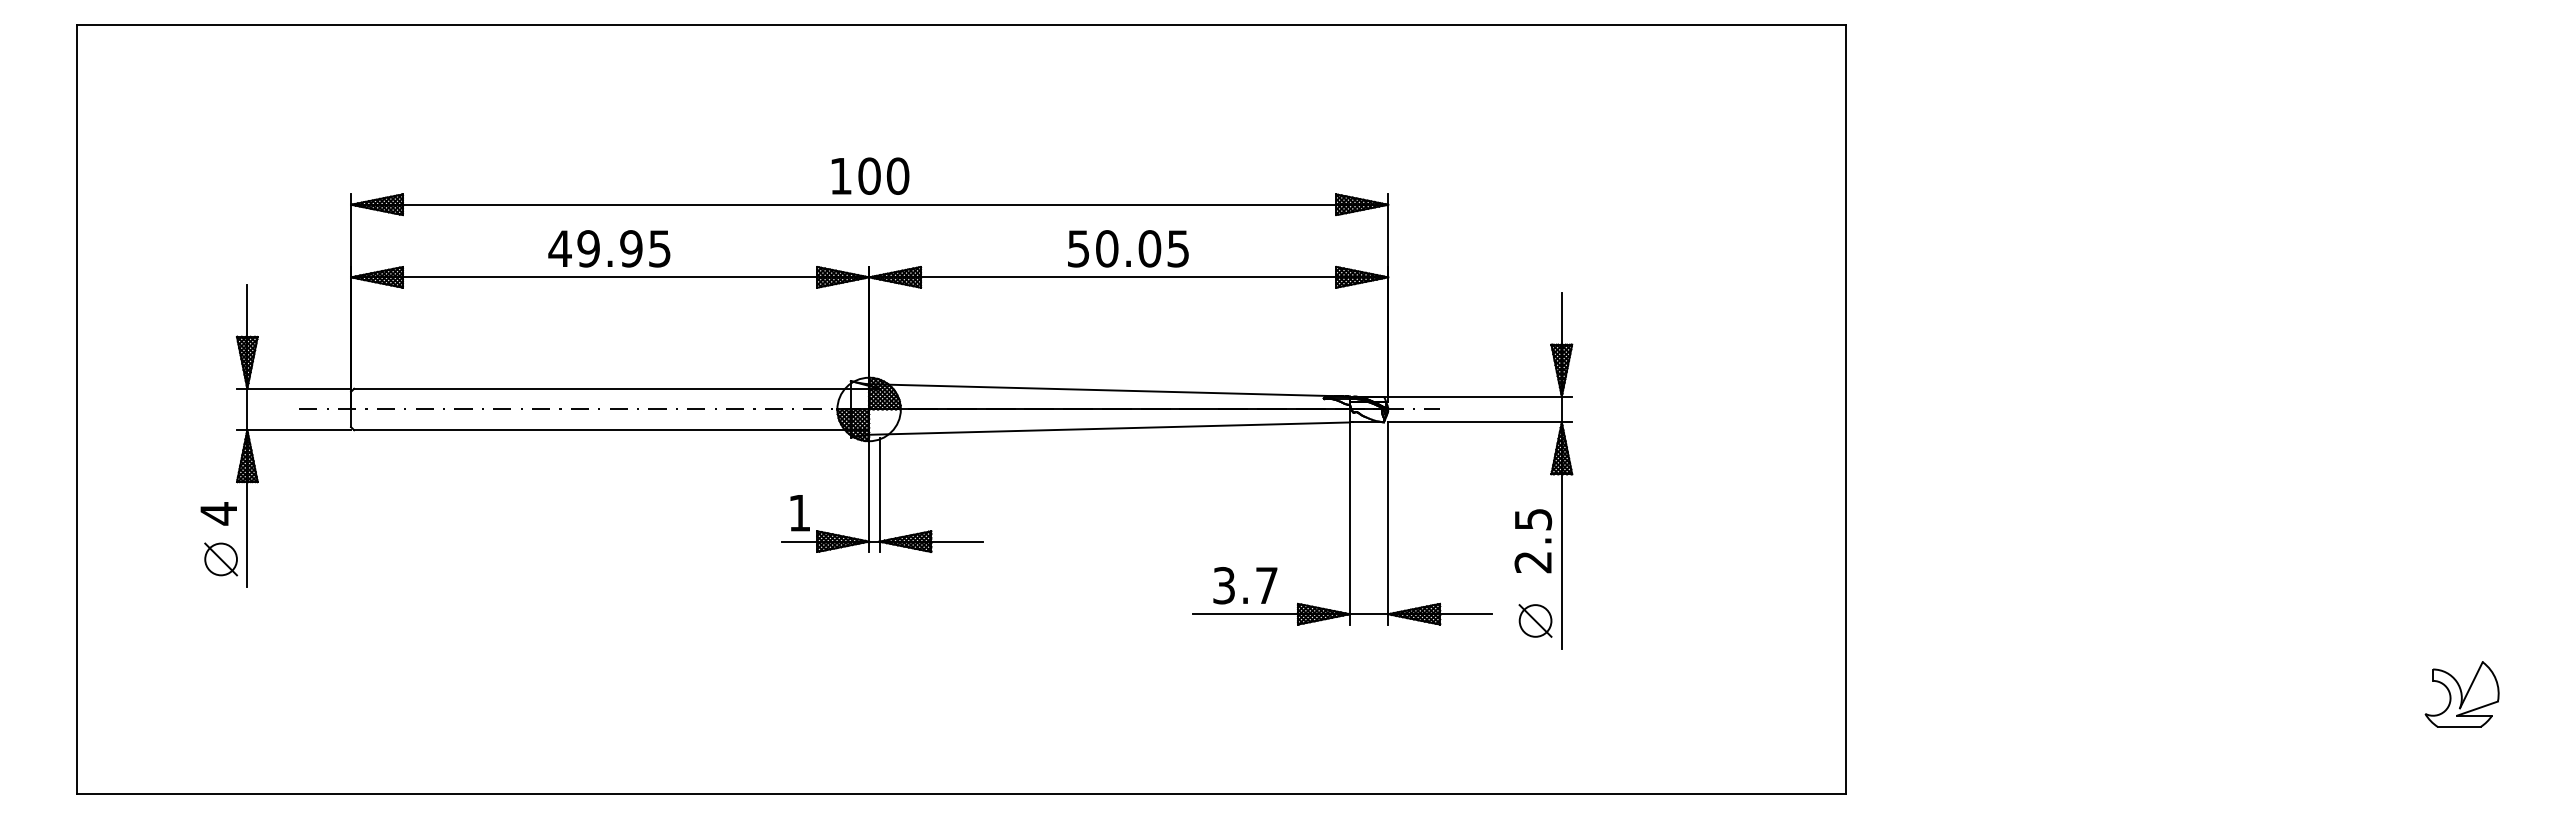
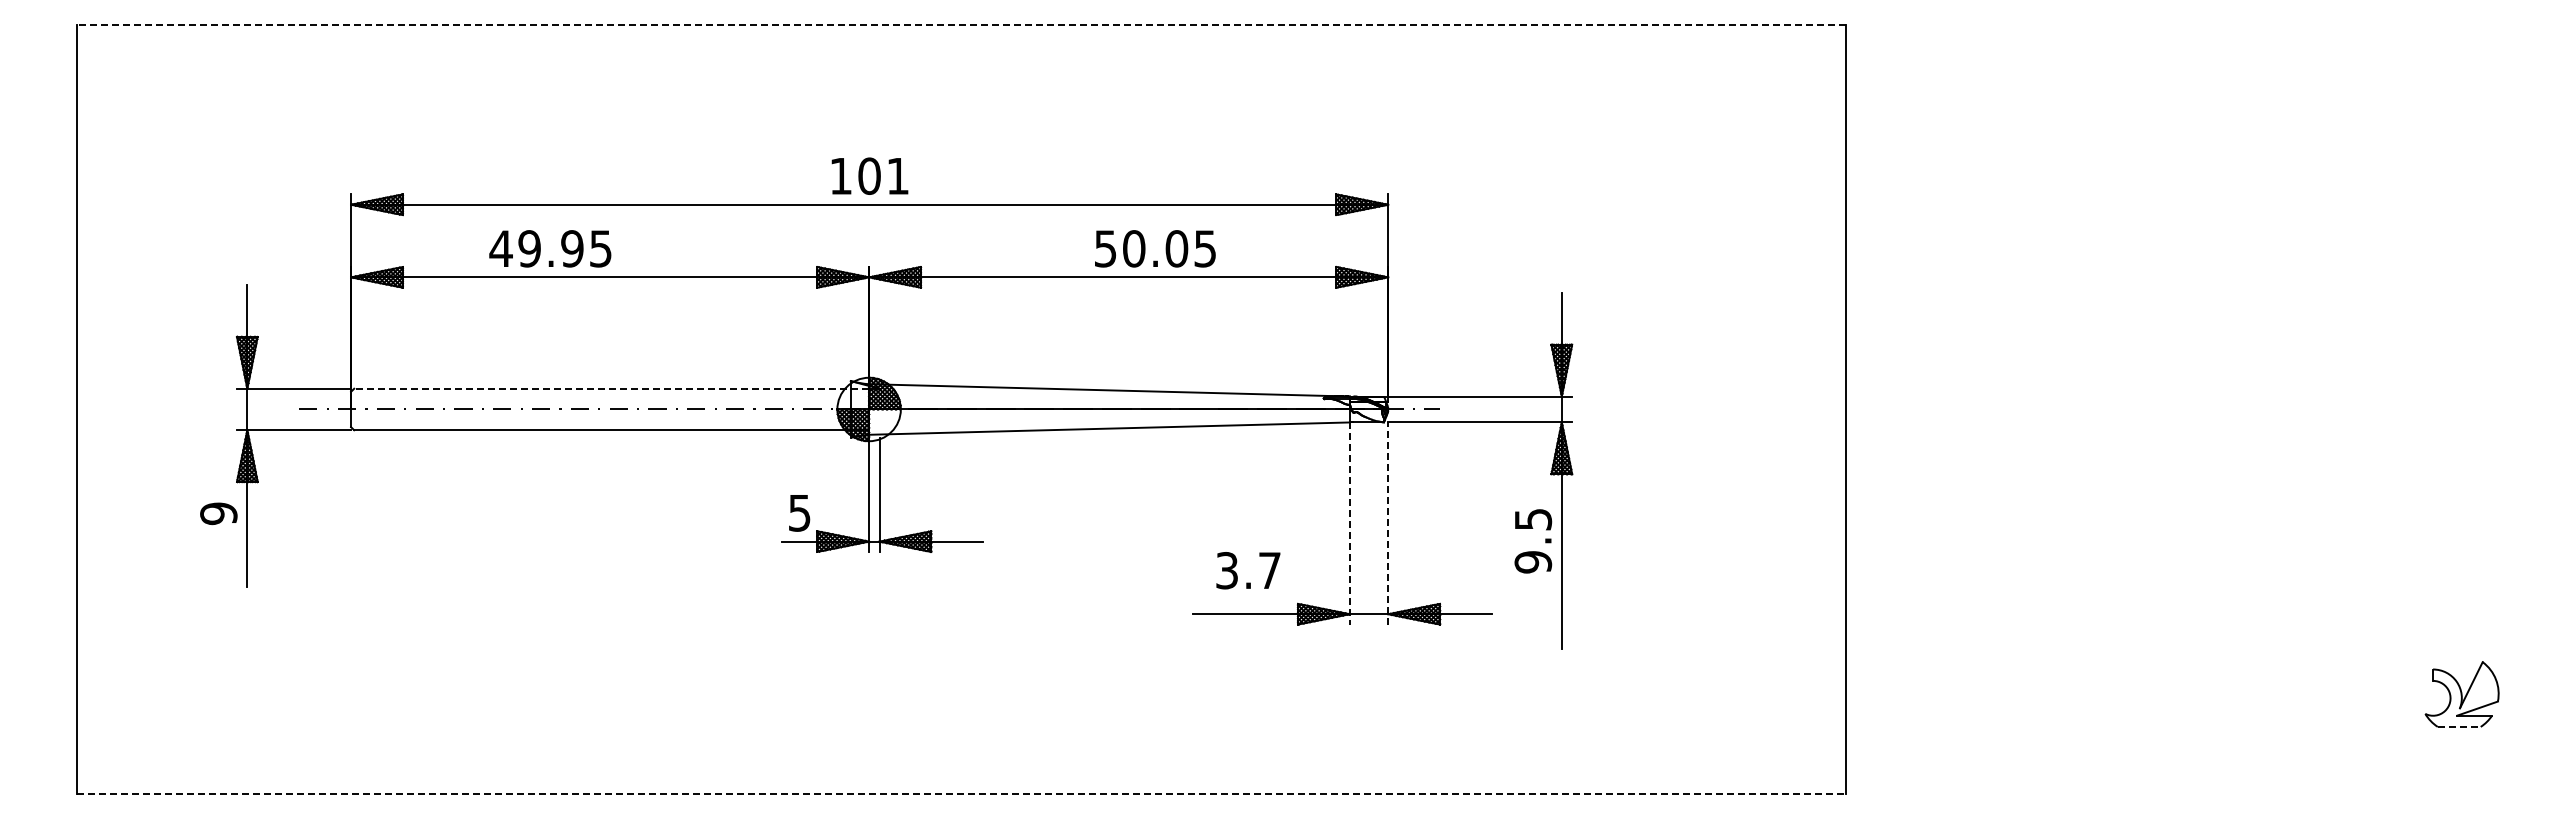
line at (960, 24): solid -> dashed
text at (897, 175): 100 -> 101
text at (609, 248) position: (609, 248) -> (550, 248)
text at (1128, 248) position: (1128, 248) -> (1155, 248)
line at (611, 388): solid -> dashed
text at (218, 513): 4 -> 9
text at (799, 513): 1 -> 5
line at (1388, 523): solid -> dashed
line at (1349, 524): solid -> dashed
part at (221, 559): present -> none
text at (1533, 562): 2.5 -> 9.5
text at (1245, 585) position: (1245, 585) -> (1248, 570)
part at (1535, 620): present -> none
line at (2459, 726): solid -> dashed
line at (961, 794): solid -> dashed
